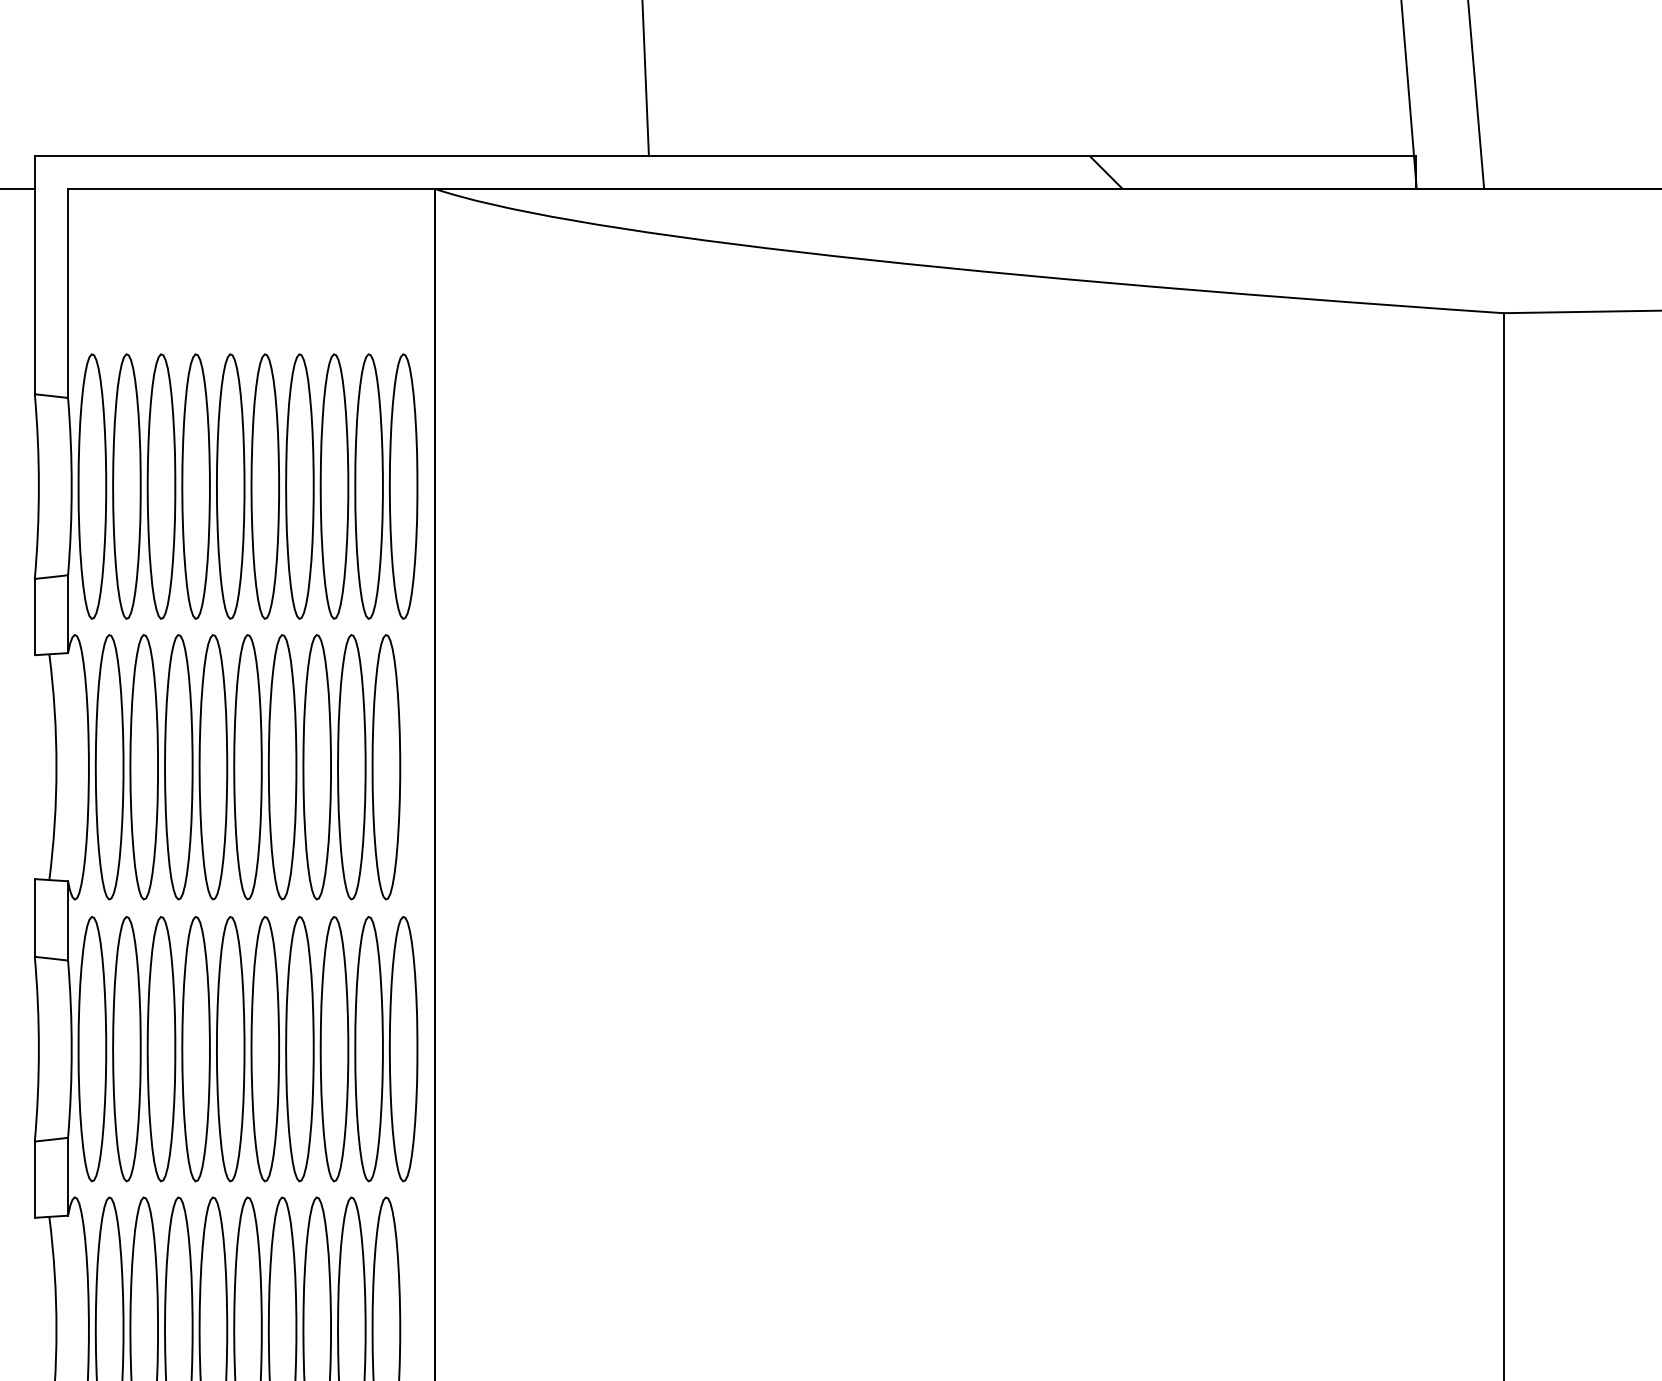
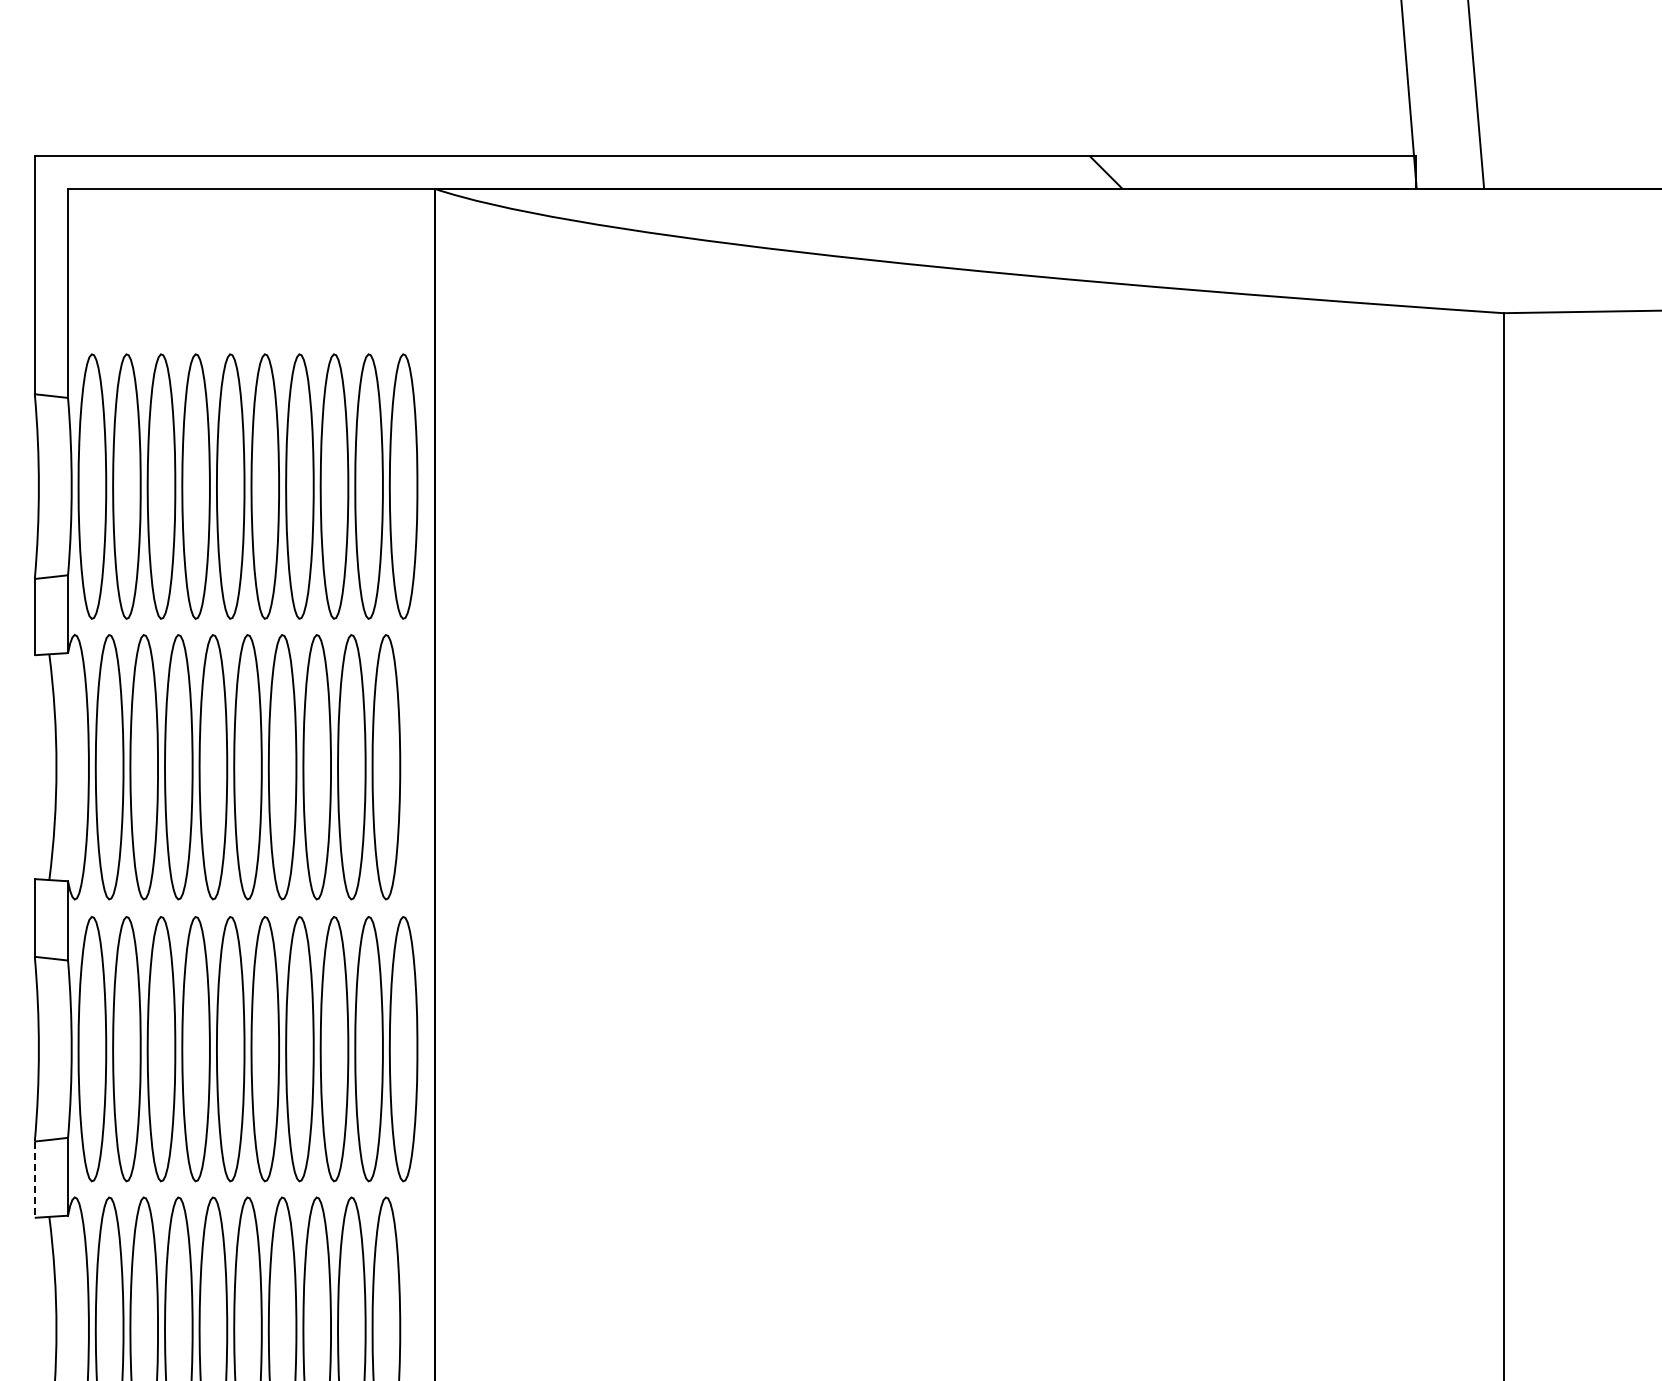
line at (645, 78): present -> none
line at (18, 188): present -> none
line at (34, 1180): solid -> dashed
